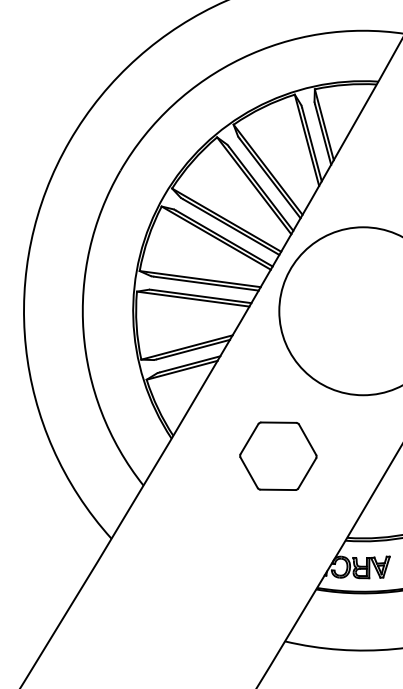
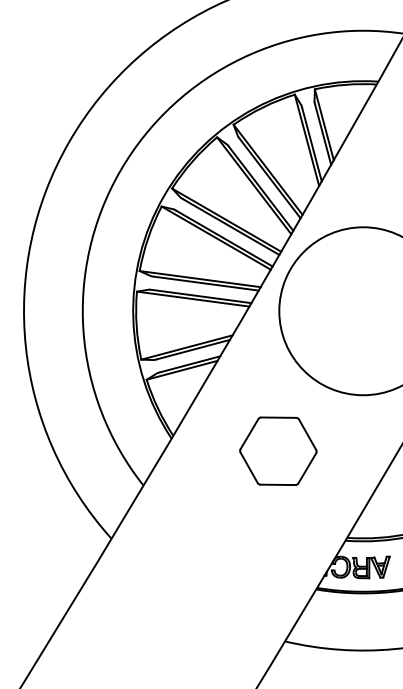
part at (278, 455) position: (278, 455) -> (278, 450)
